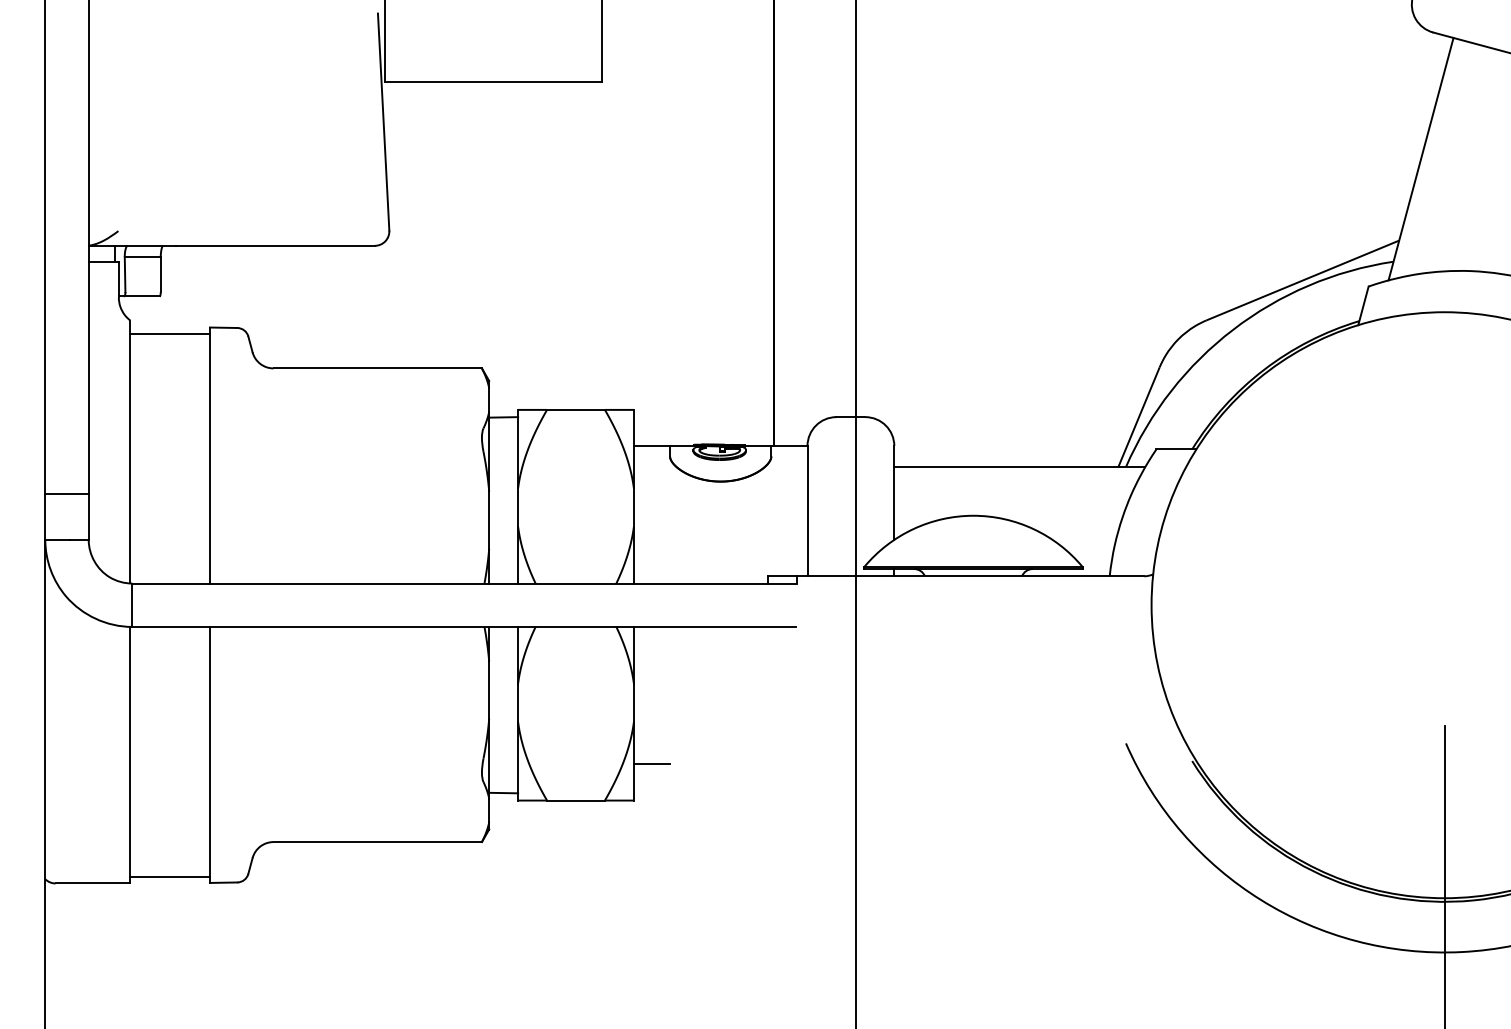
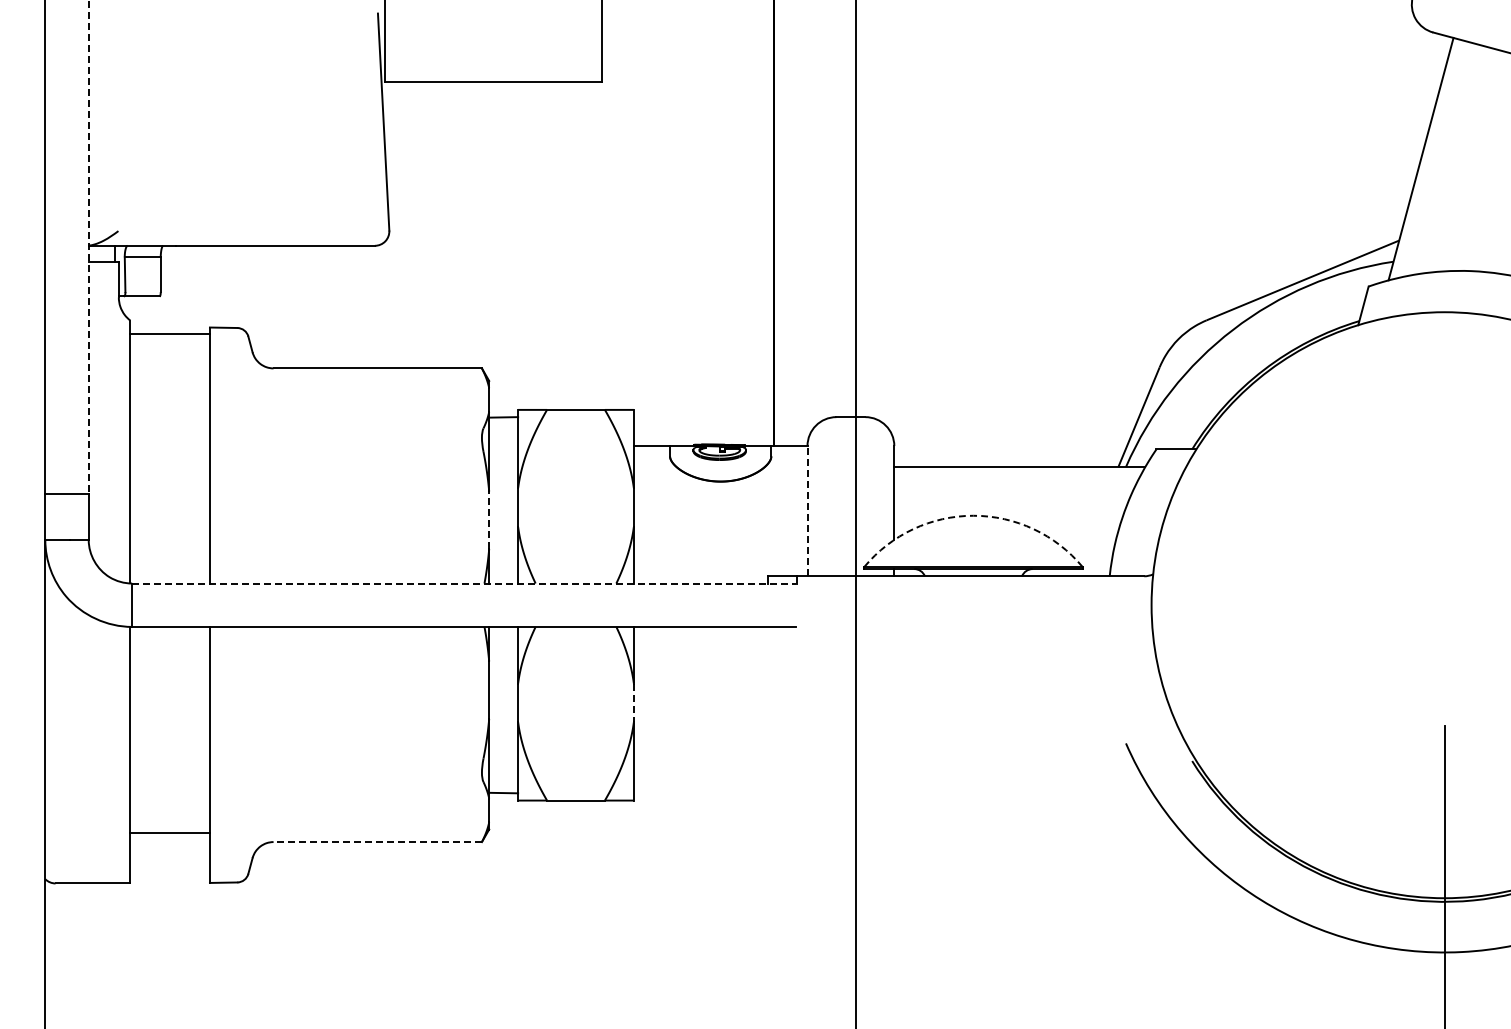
line at (88, 247): solid -> dashed
line at (807, 510): solid -> dashed
arc at (973, 515): solid -> dashed
line at (489, 520): solid -> dashed
line at (463, 583): solid -> dashed
line at (633, 703): solid -> dashed
line at (651, 764): present -> none
line at (377, 842): solid -> dashed
line at (169, 876) position: (169, 876) -> (169, 832)
